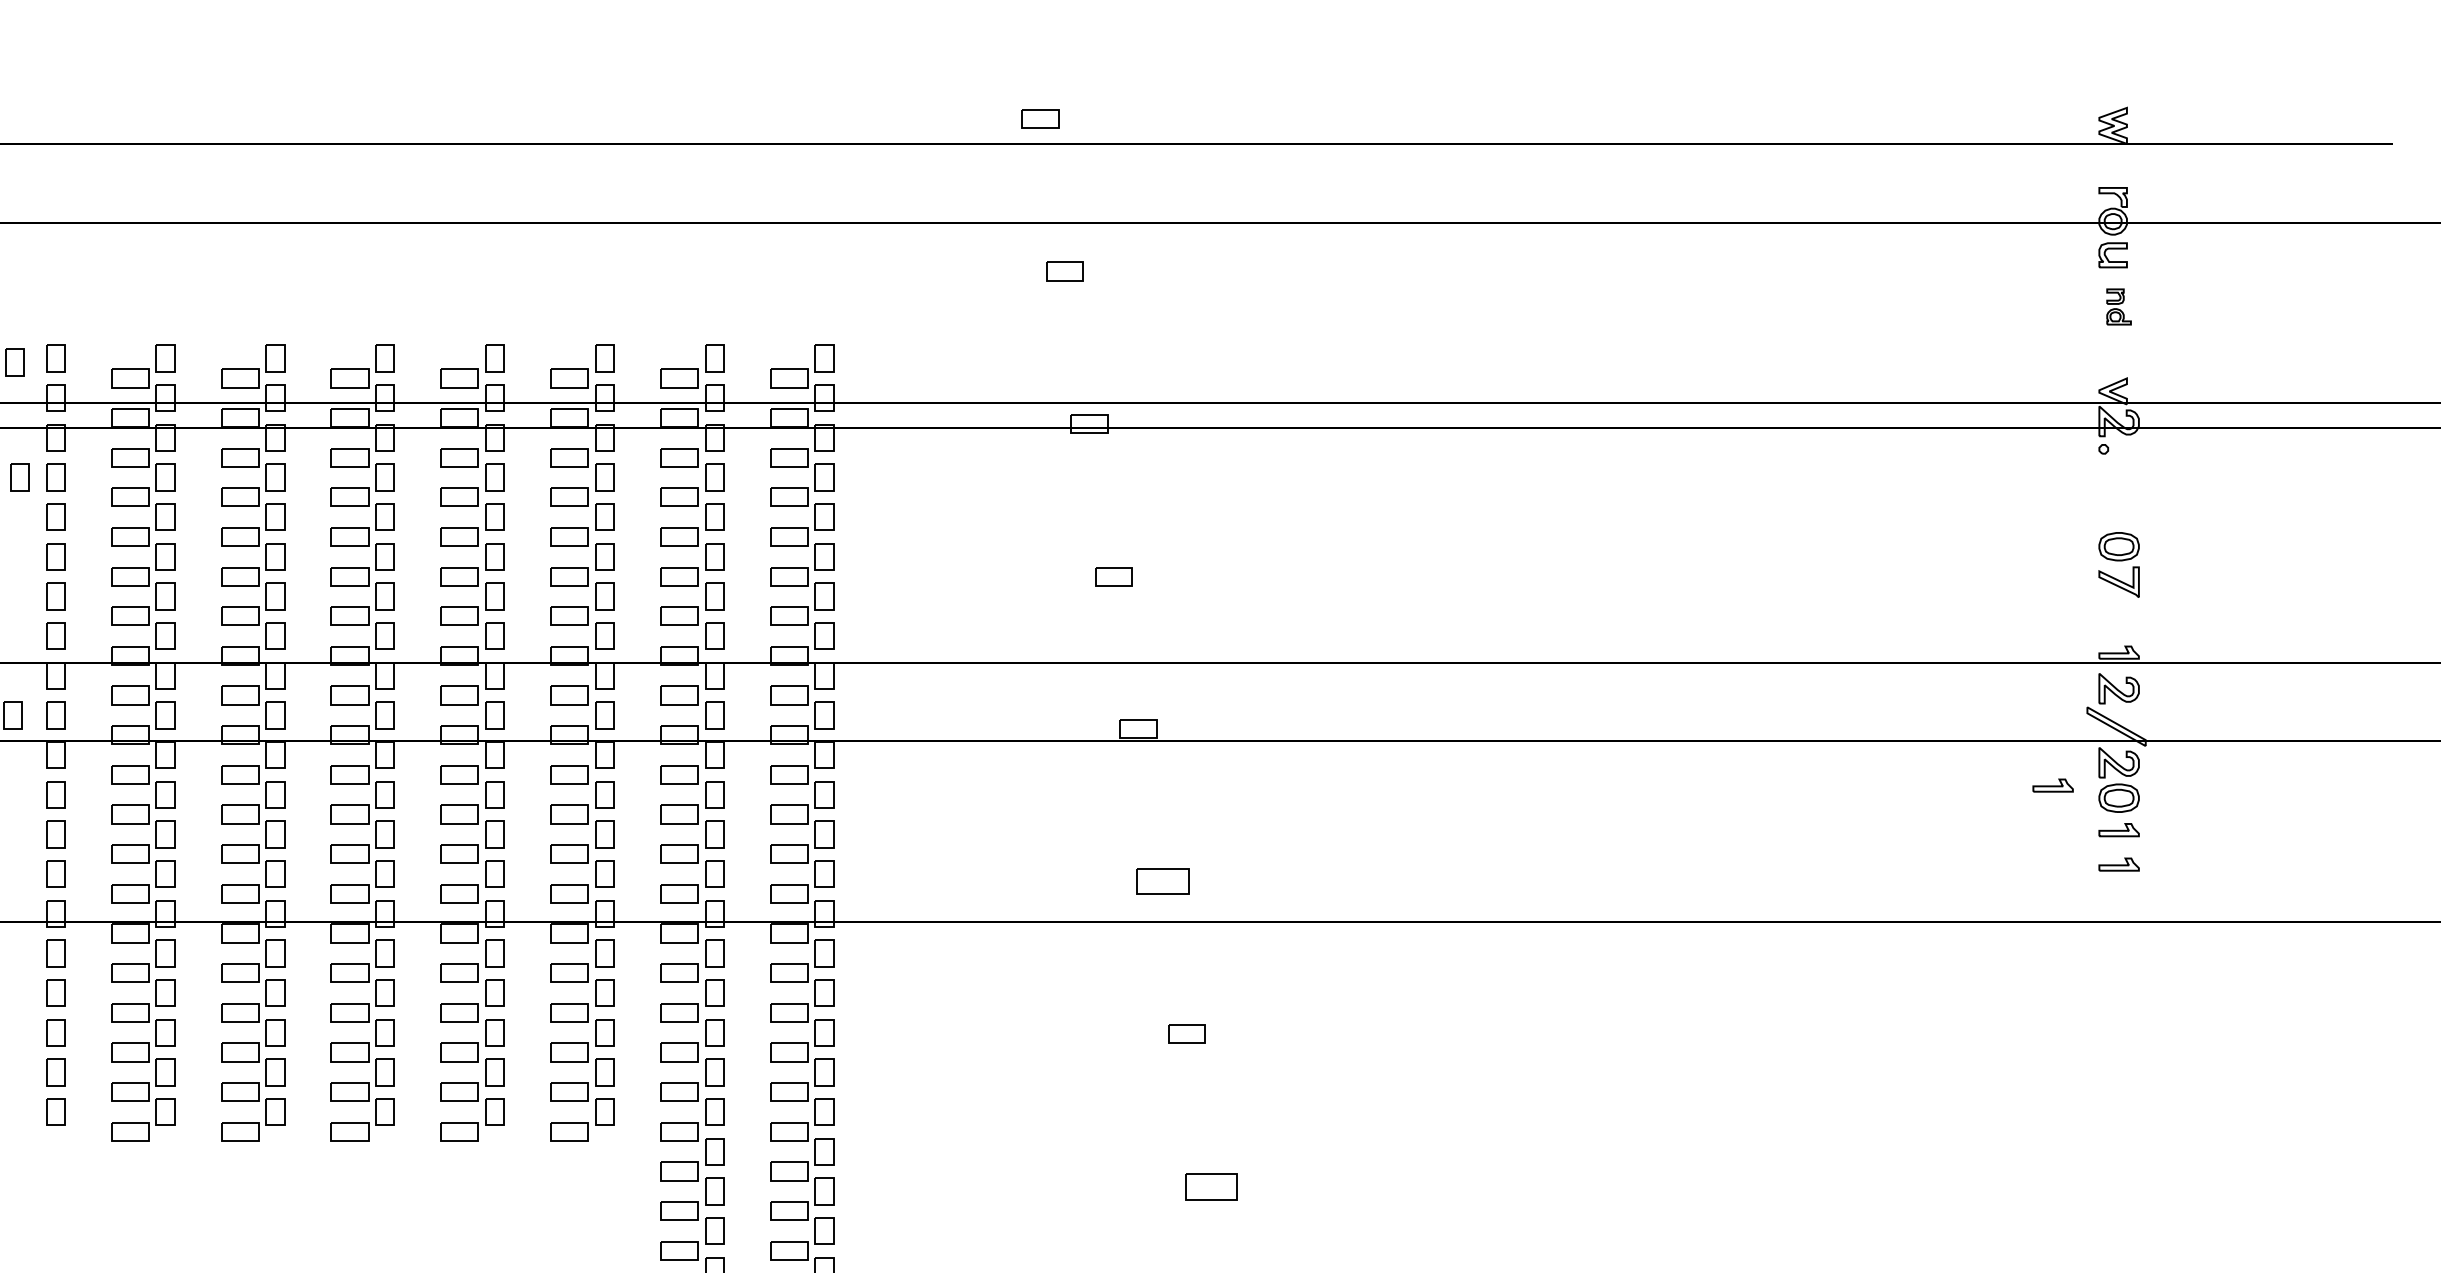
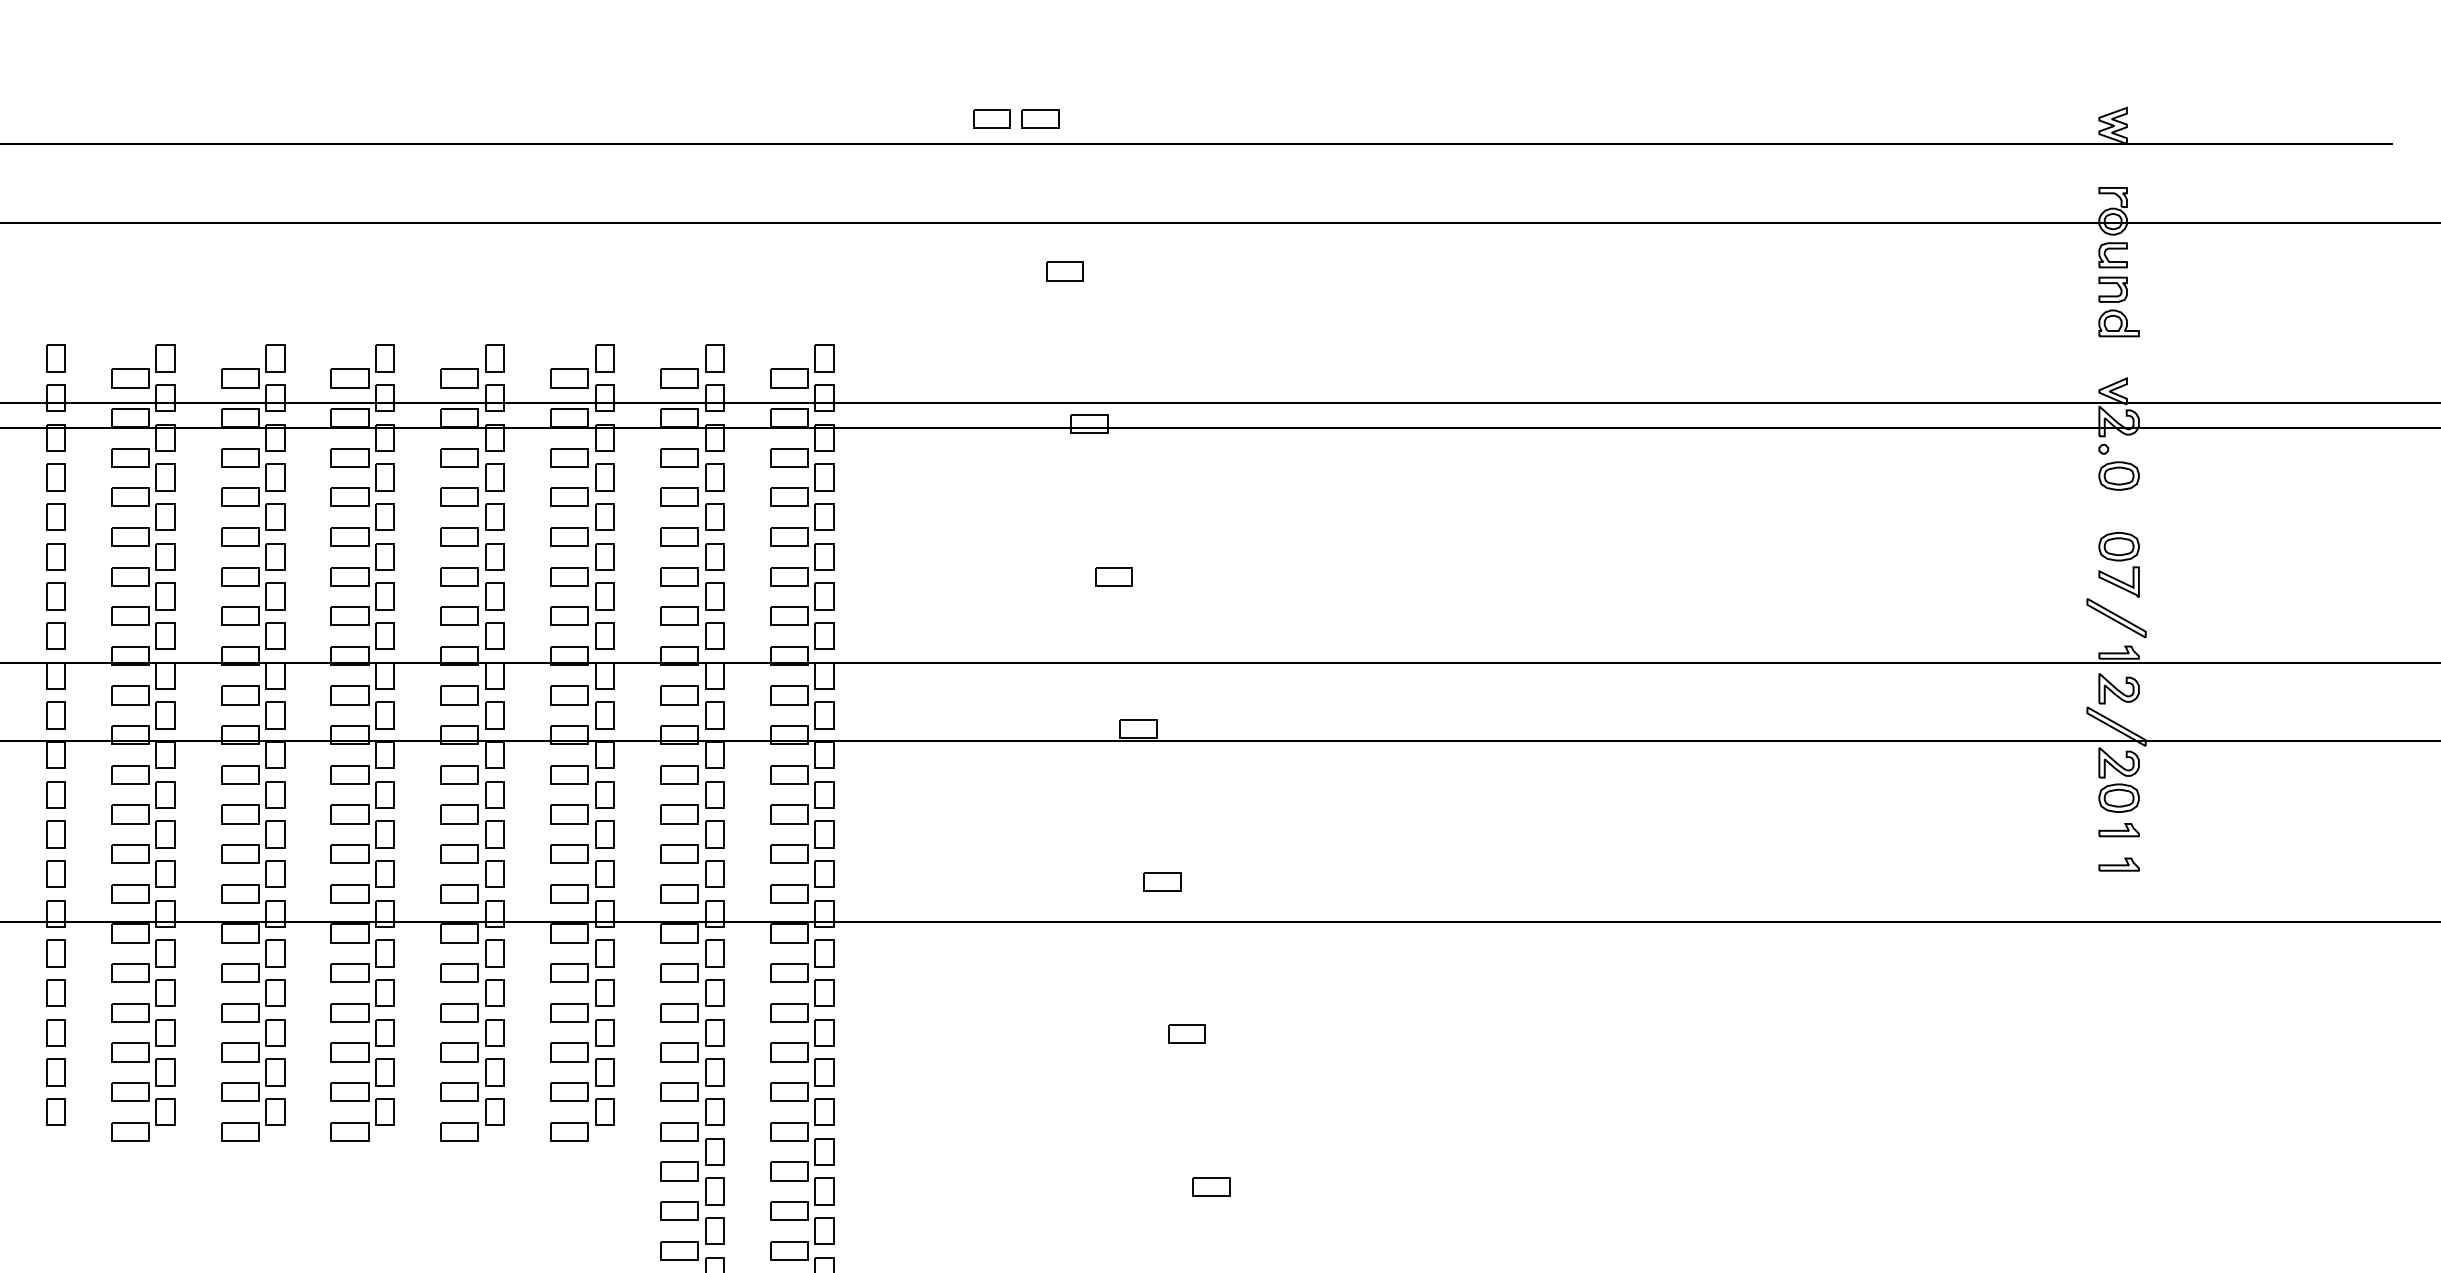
part at (991, 118): none -> present
part at (2118, 306) size: 26x38 px -> 42x62 px
part at (14, 362): present -> none
part at (2118, 475): none -> present
part at (19, 477): present -> none
part at (2116, 618): none -> present
part at (12, 715): present -> none
part at (2052, 785): present -> none
part at (1162, 881) size: 54x27 px -> 39x20 px
part at (1211, 1186) size: 53x28 px -> 39x20 px
